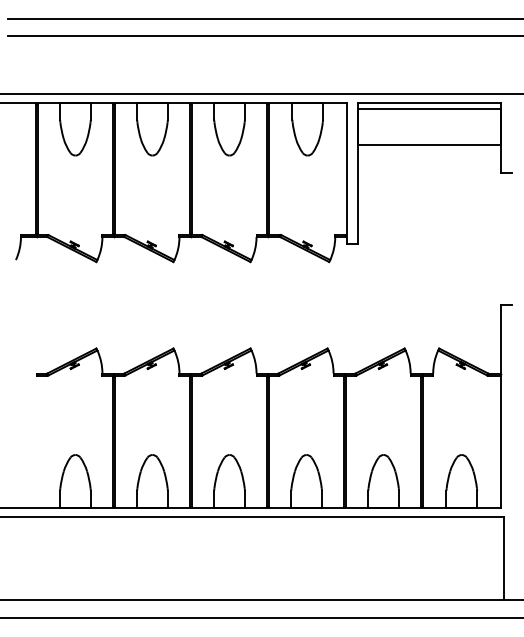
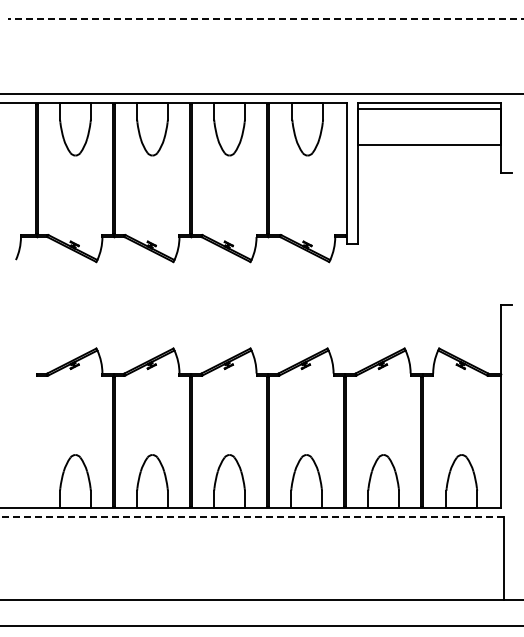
line at (265, 19): solid -> dashed
line at (264, 35): present -> none
line at (251, 516): solid -> dashed
line at (261, 617) position: (261, 617) -> (261, 625)
